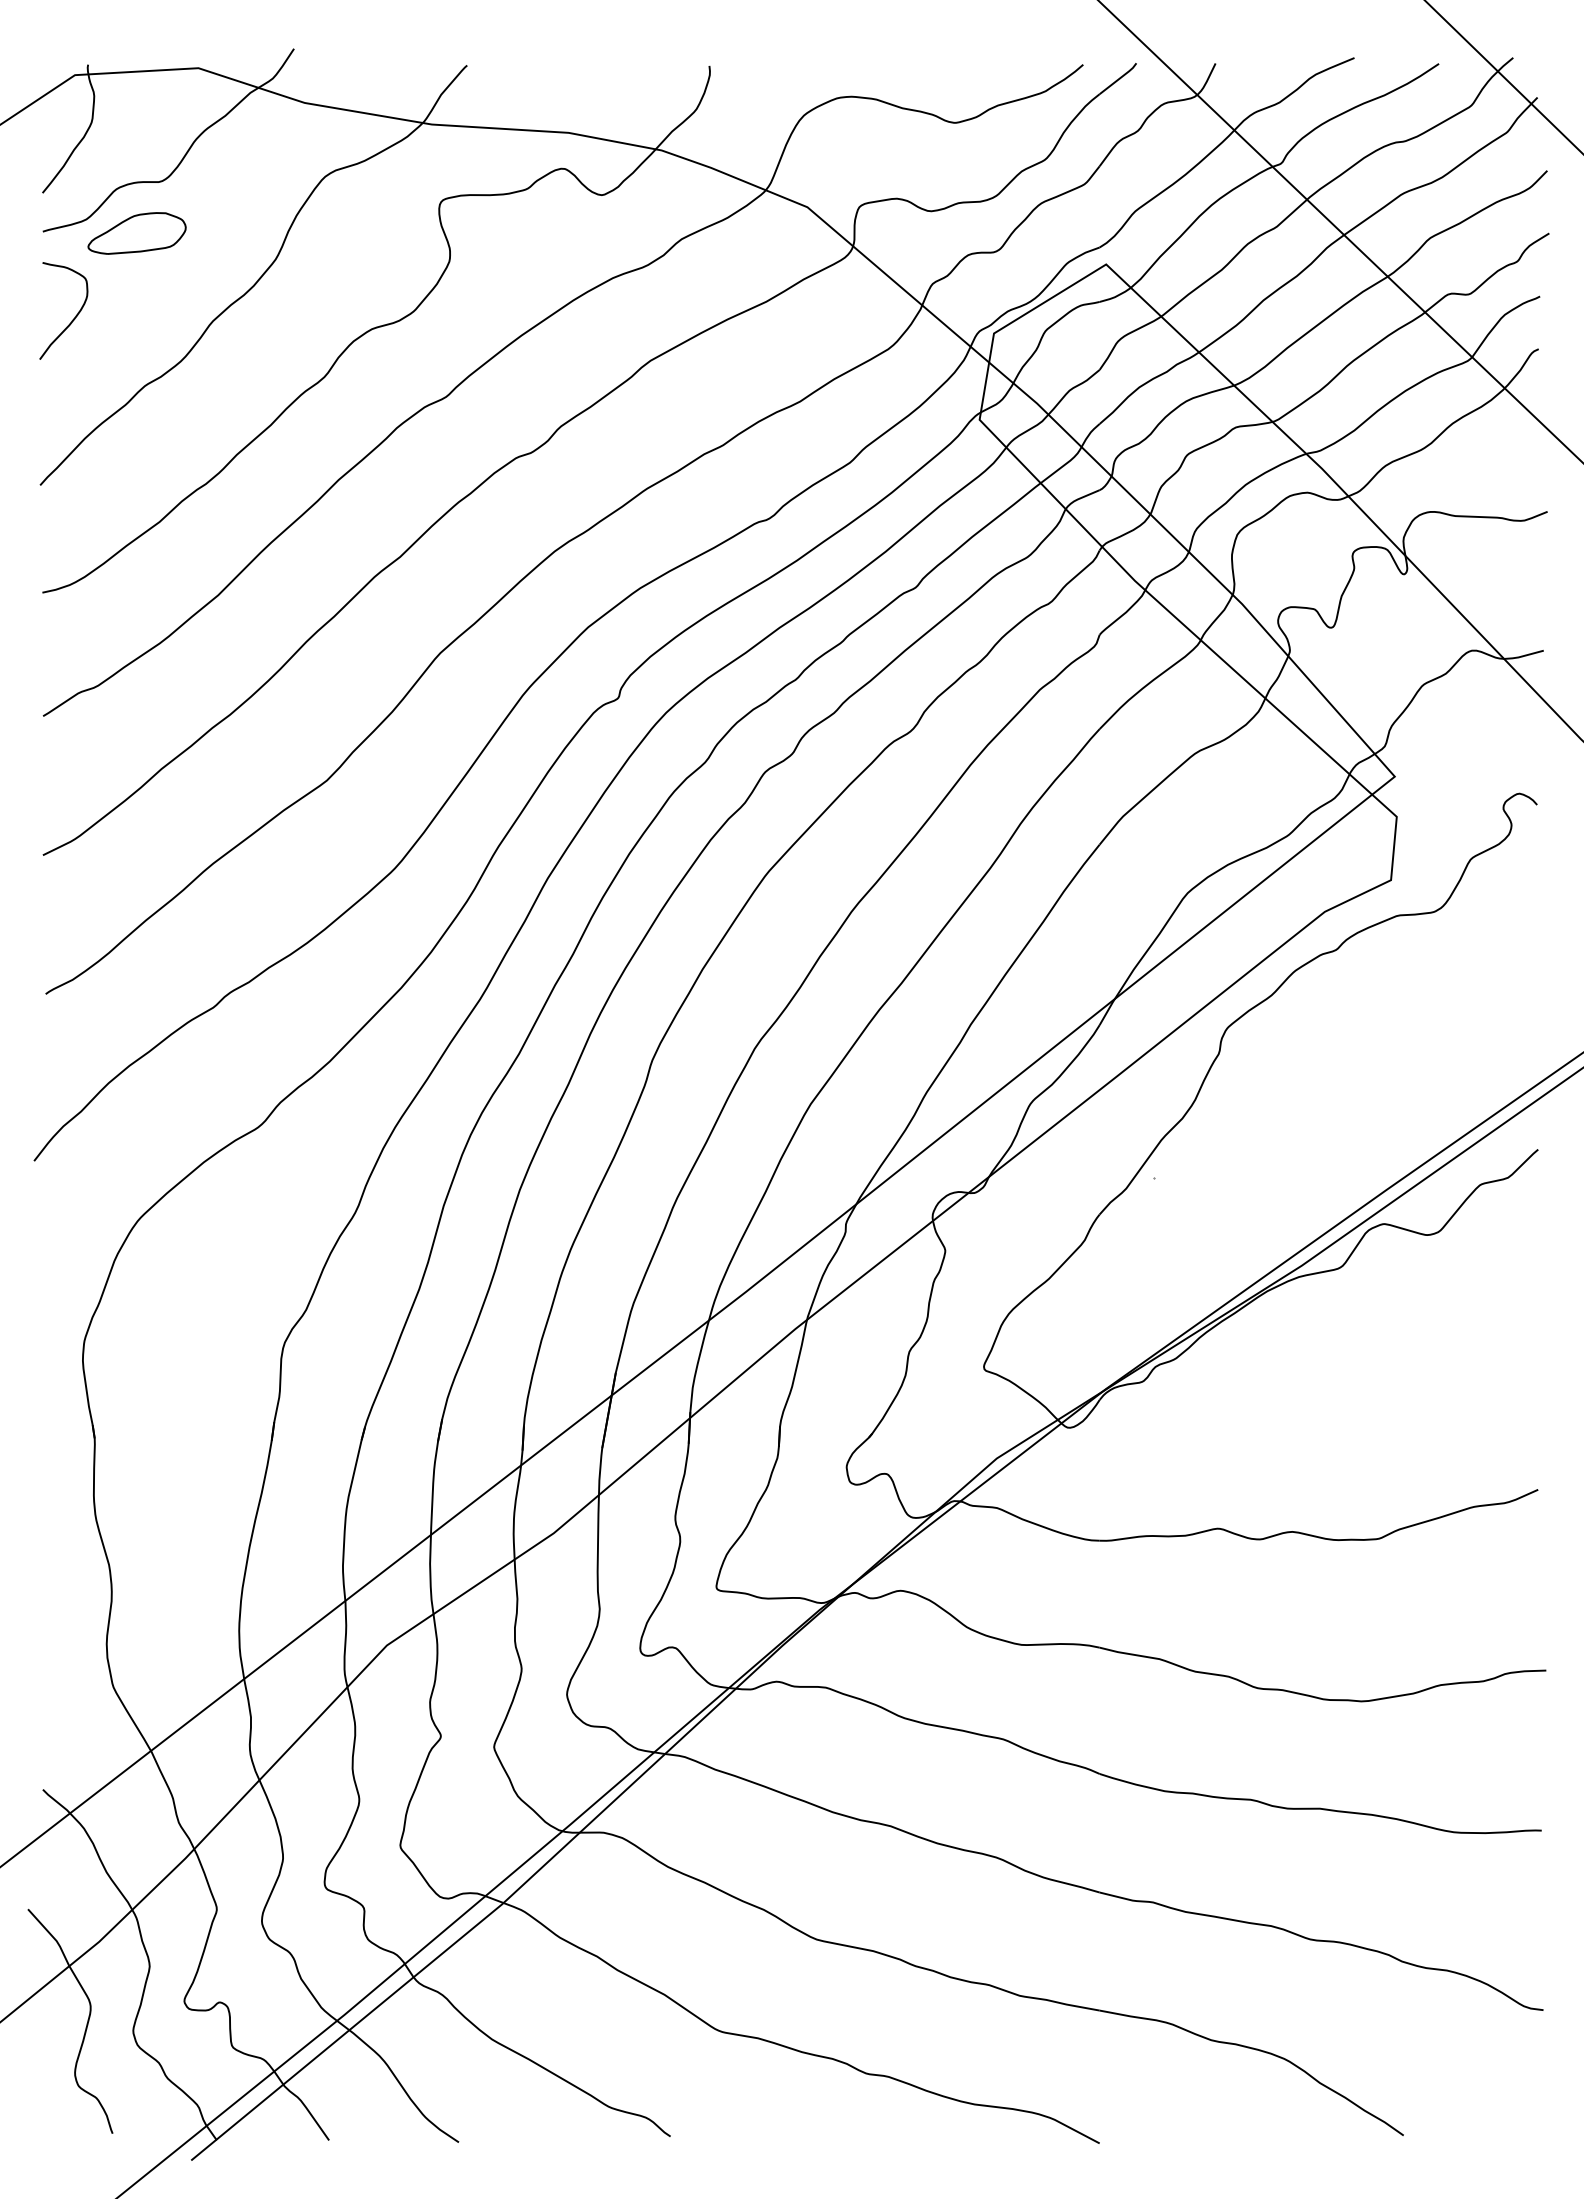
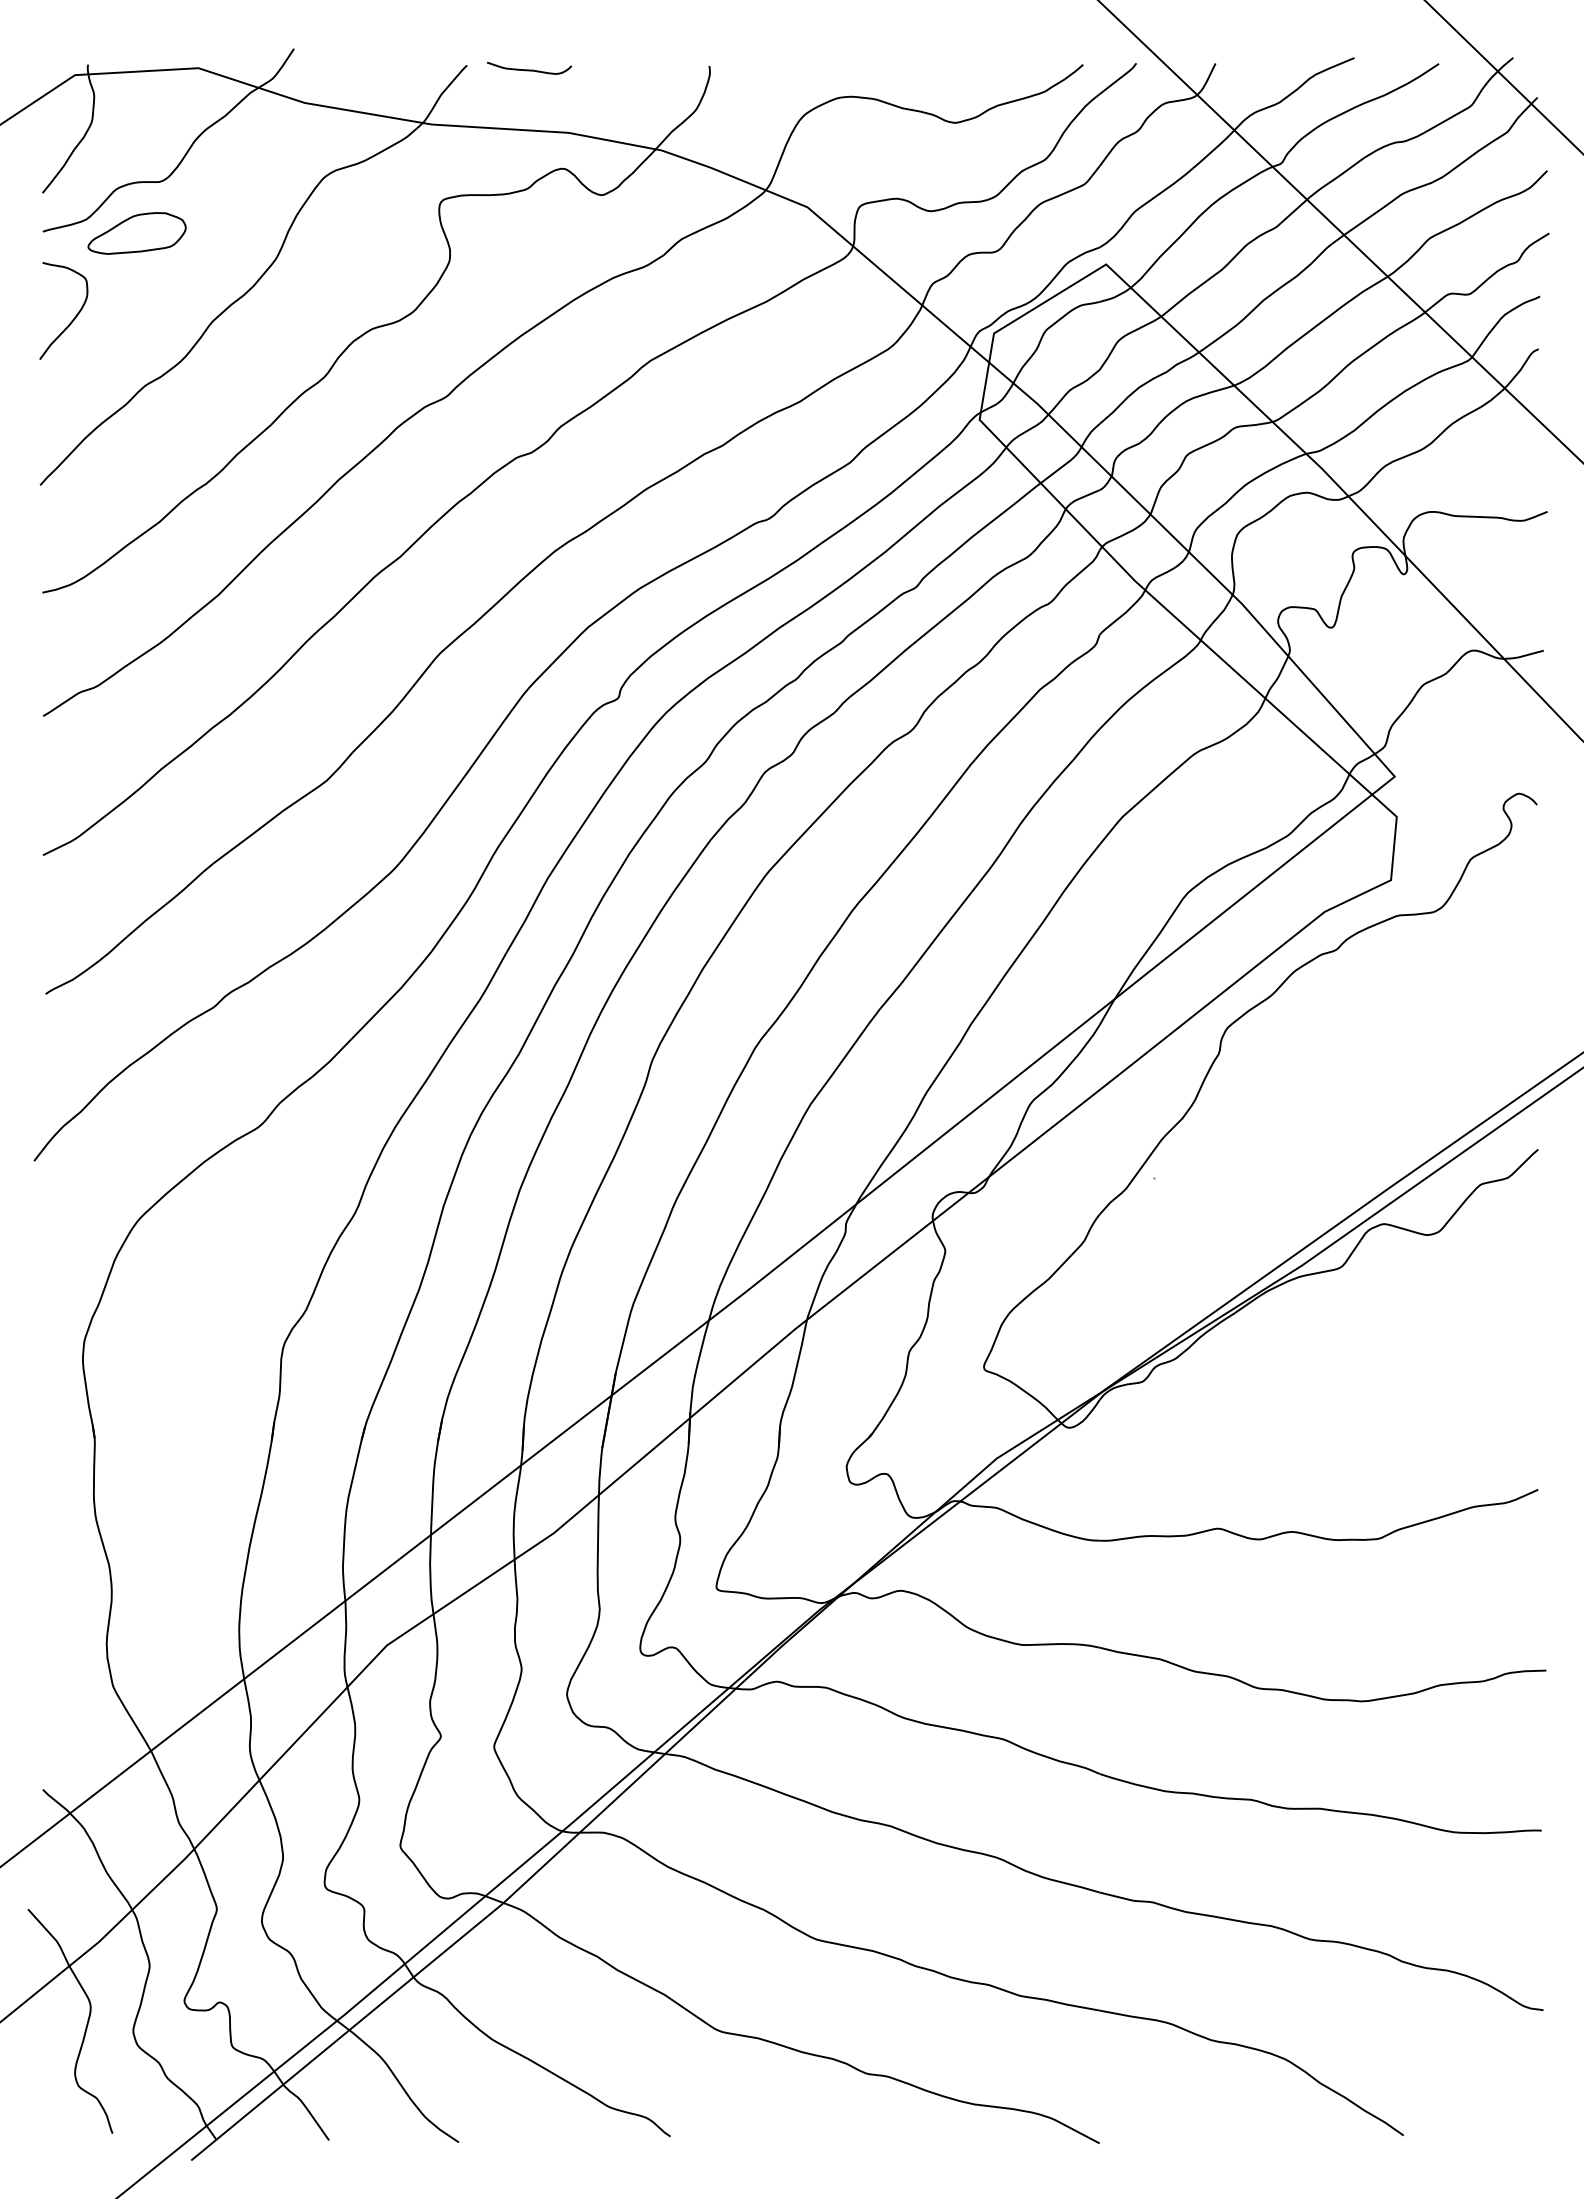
curve at (529, 69): none -> present
